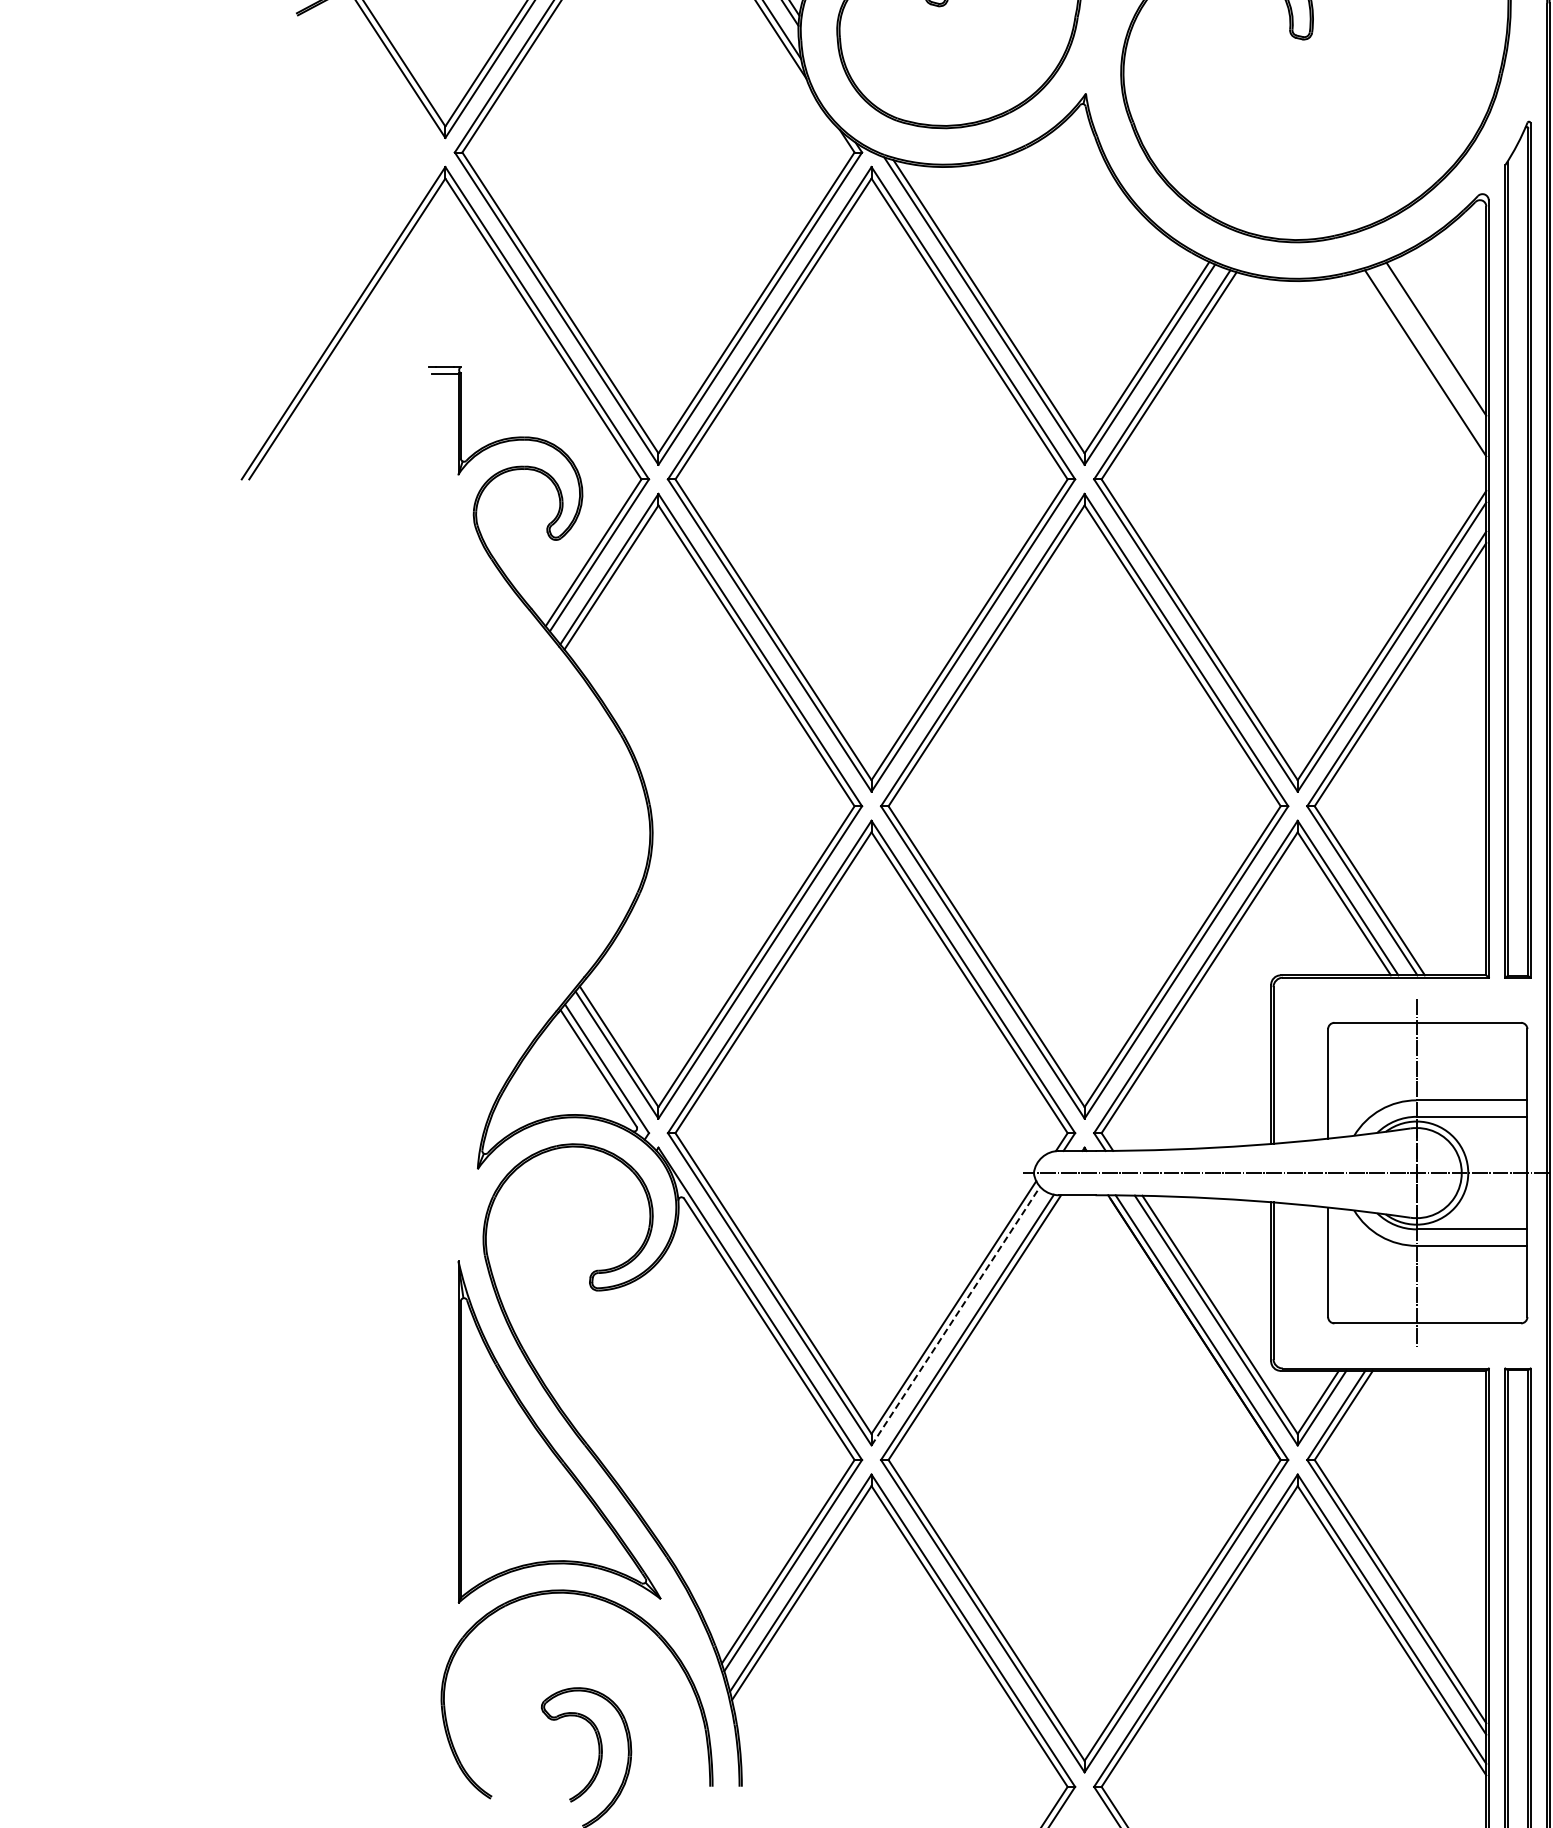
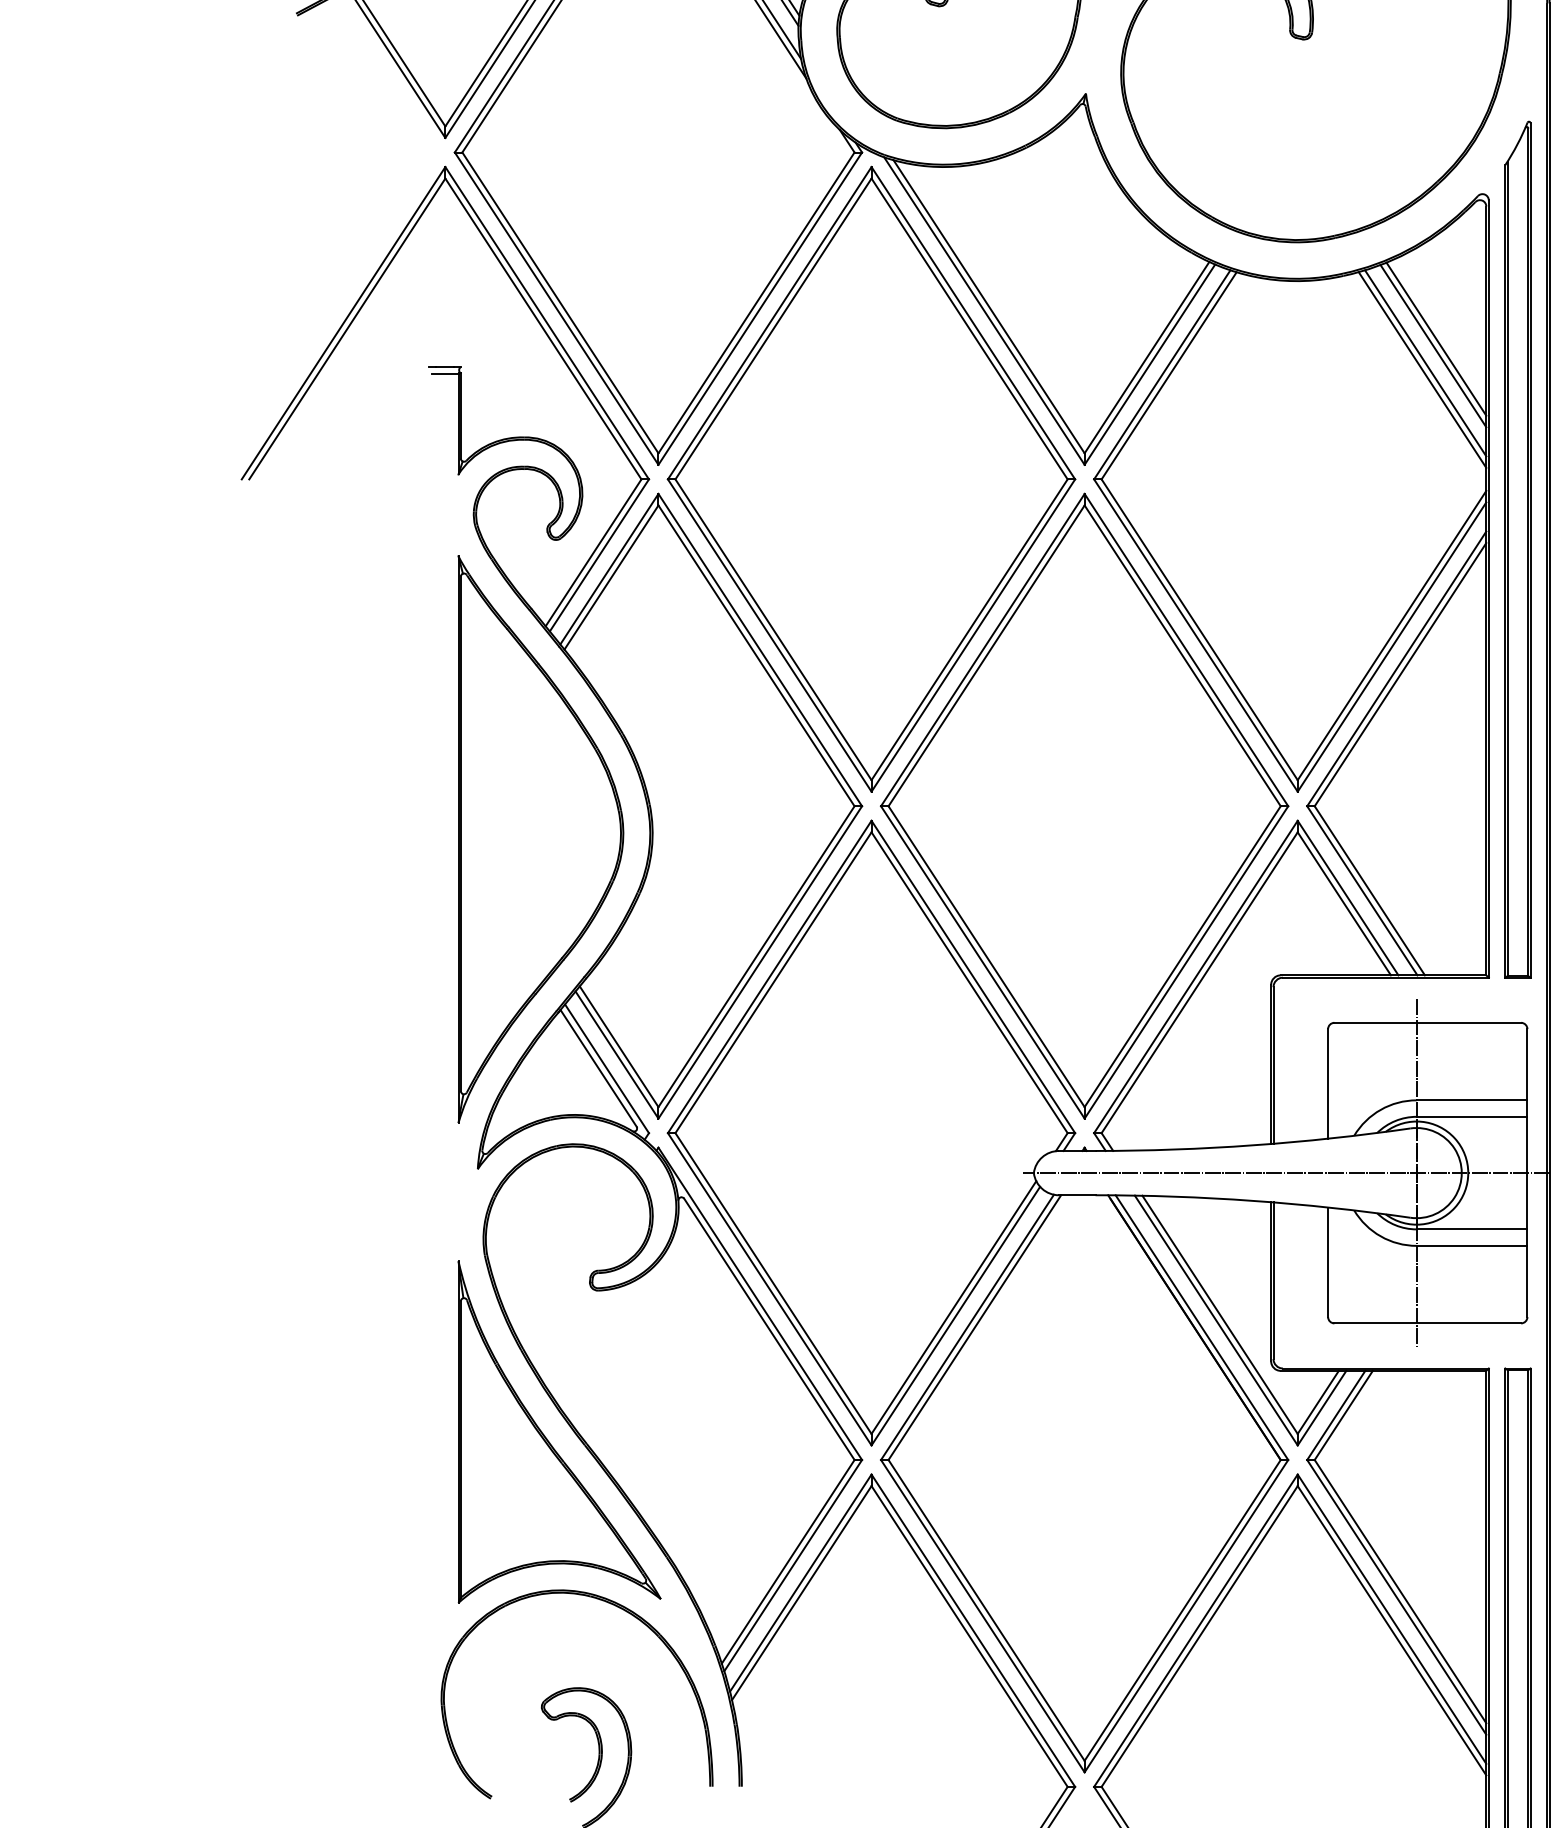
line at (1433, 346): none -> present
line at (1422, 369): none -> present
part at (540, 839): none -> present
line at (956, 1315): dashed -> solid
